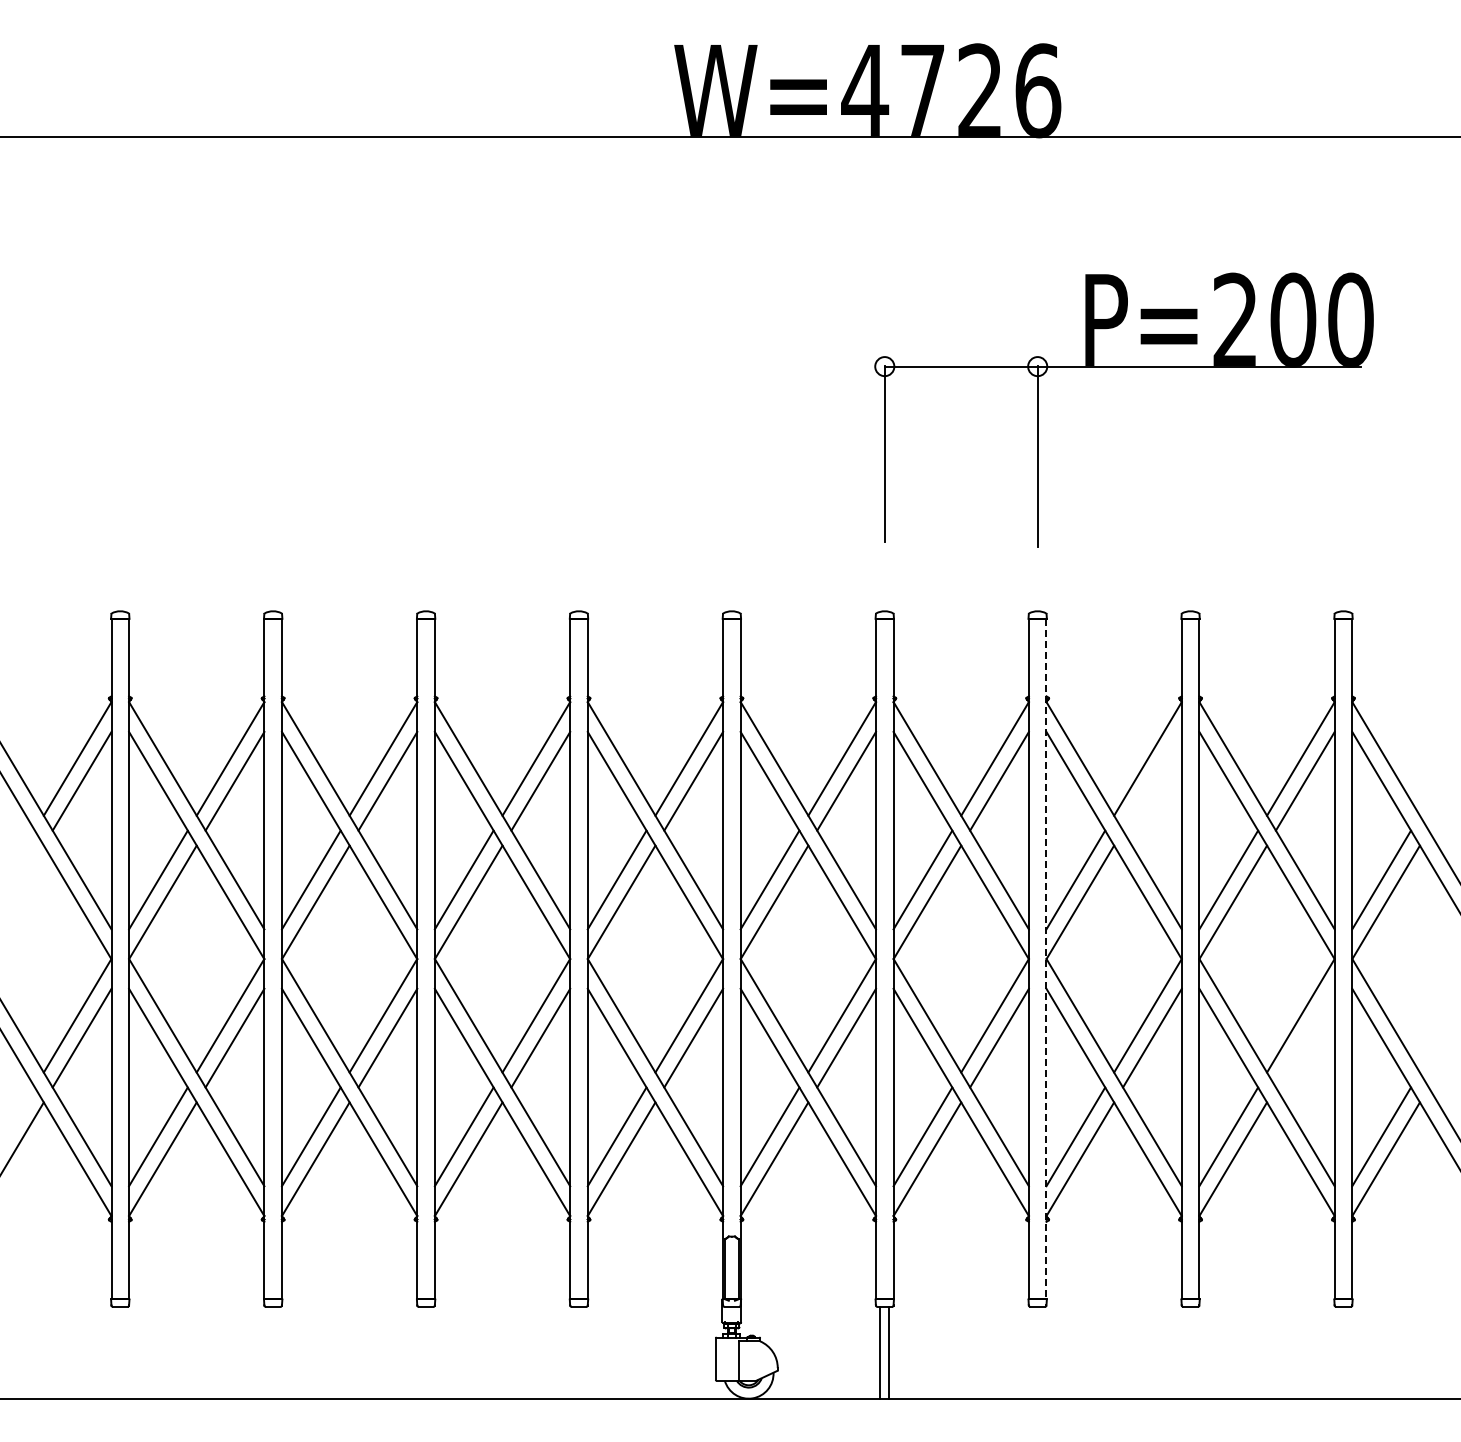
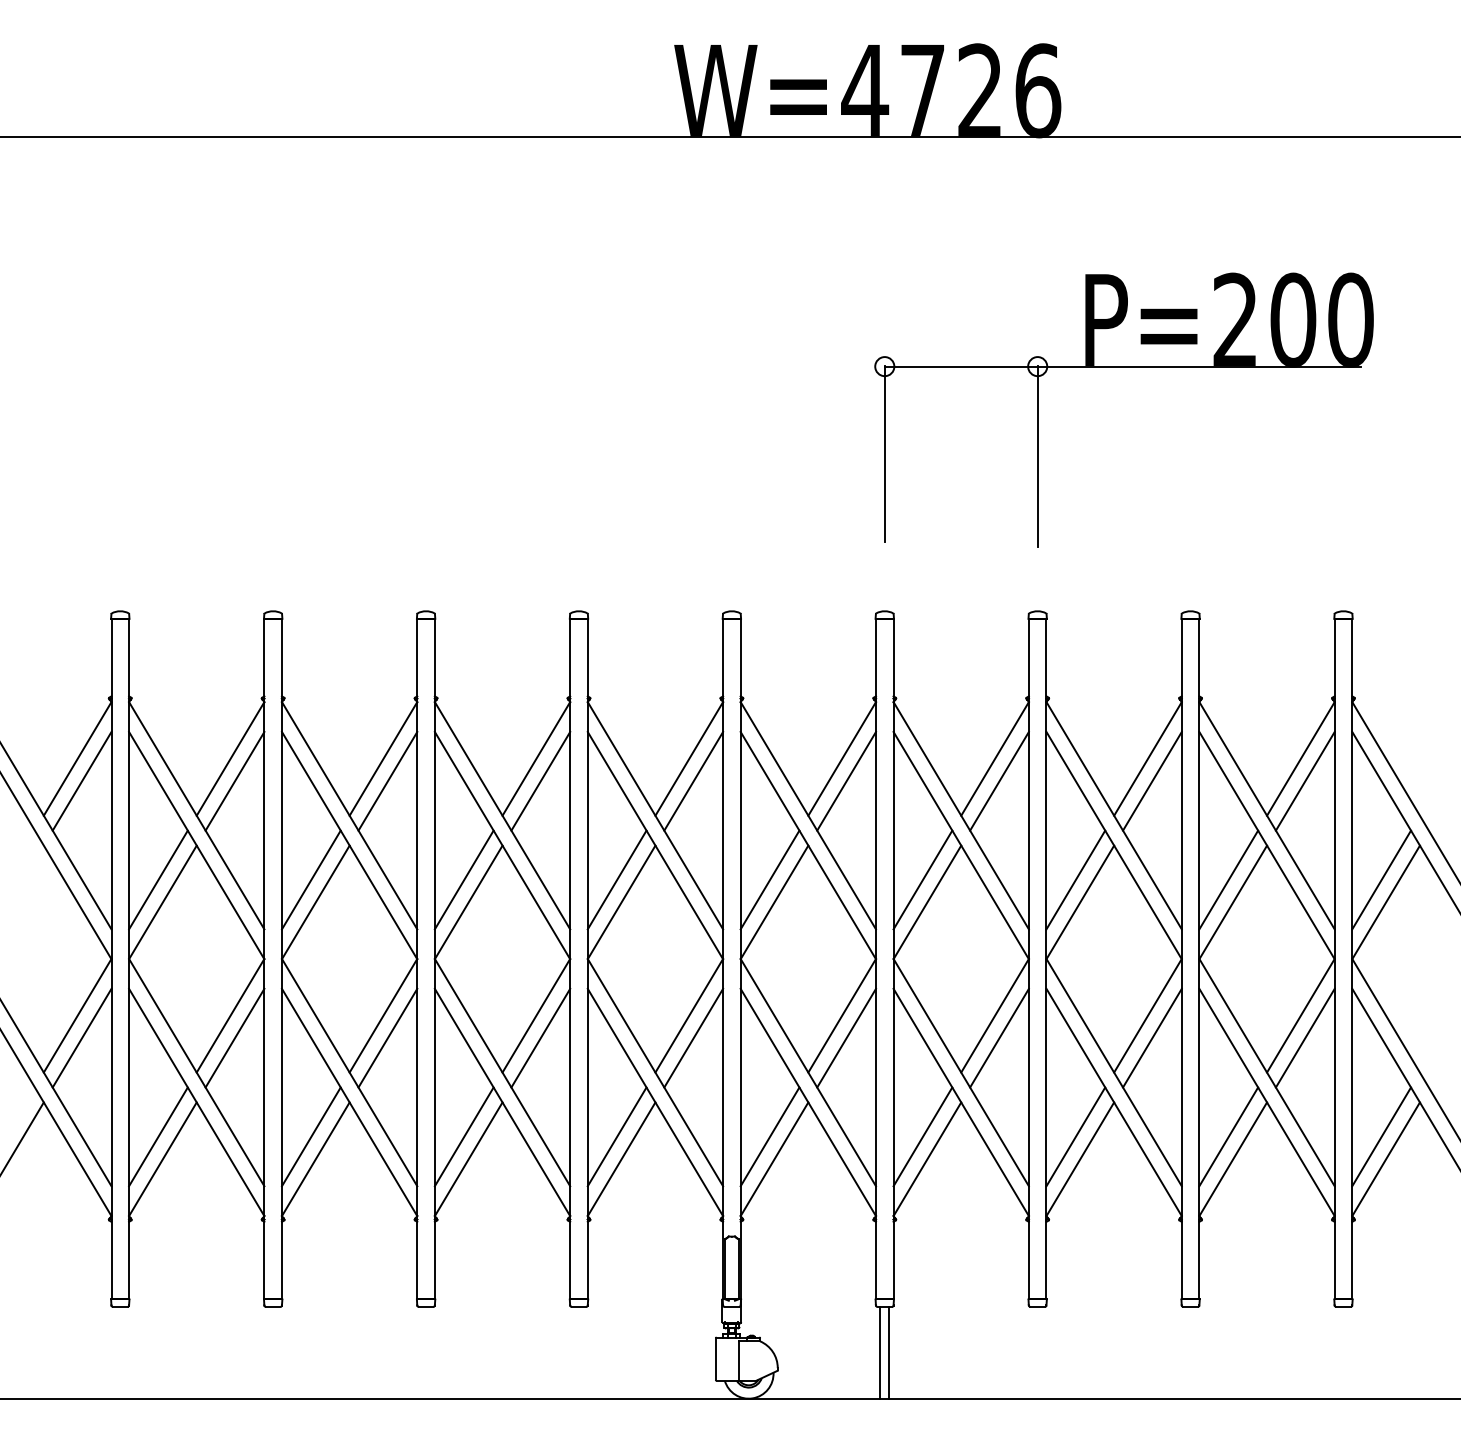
line at (1152, 780): none -> present
line at (1046, 959): dashed -> solid
line at (1304, 1037): none -> present
